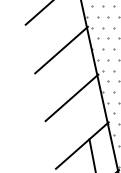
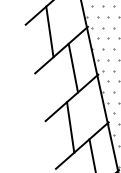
line at (49, 31): none -> present
line at (73, 67): none -> present
line at (70, 127): none -> present
